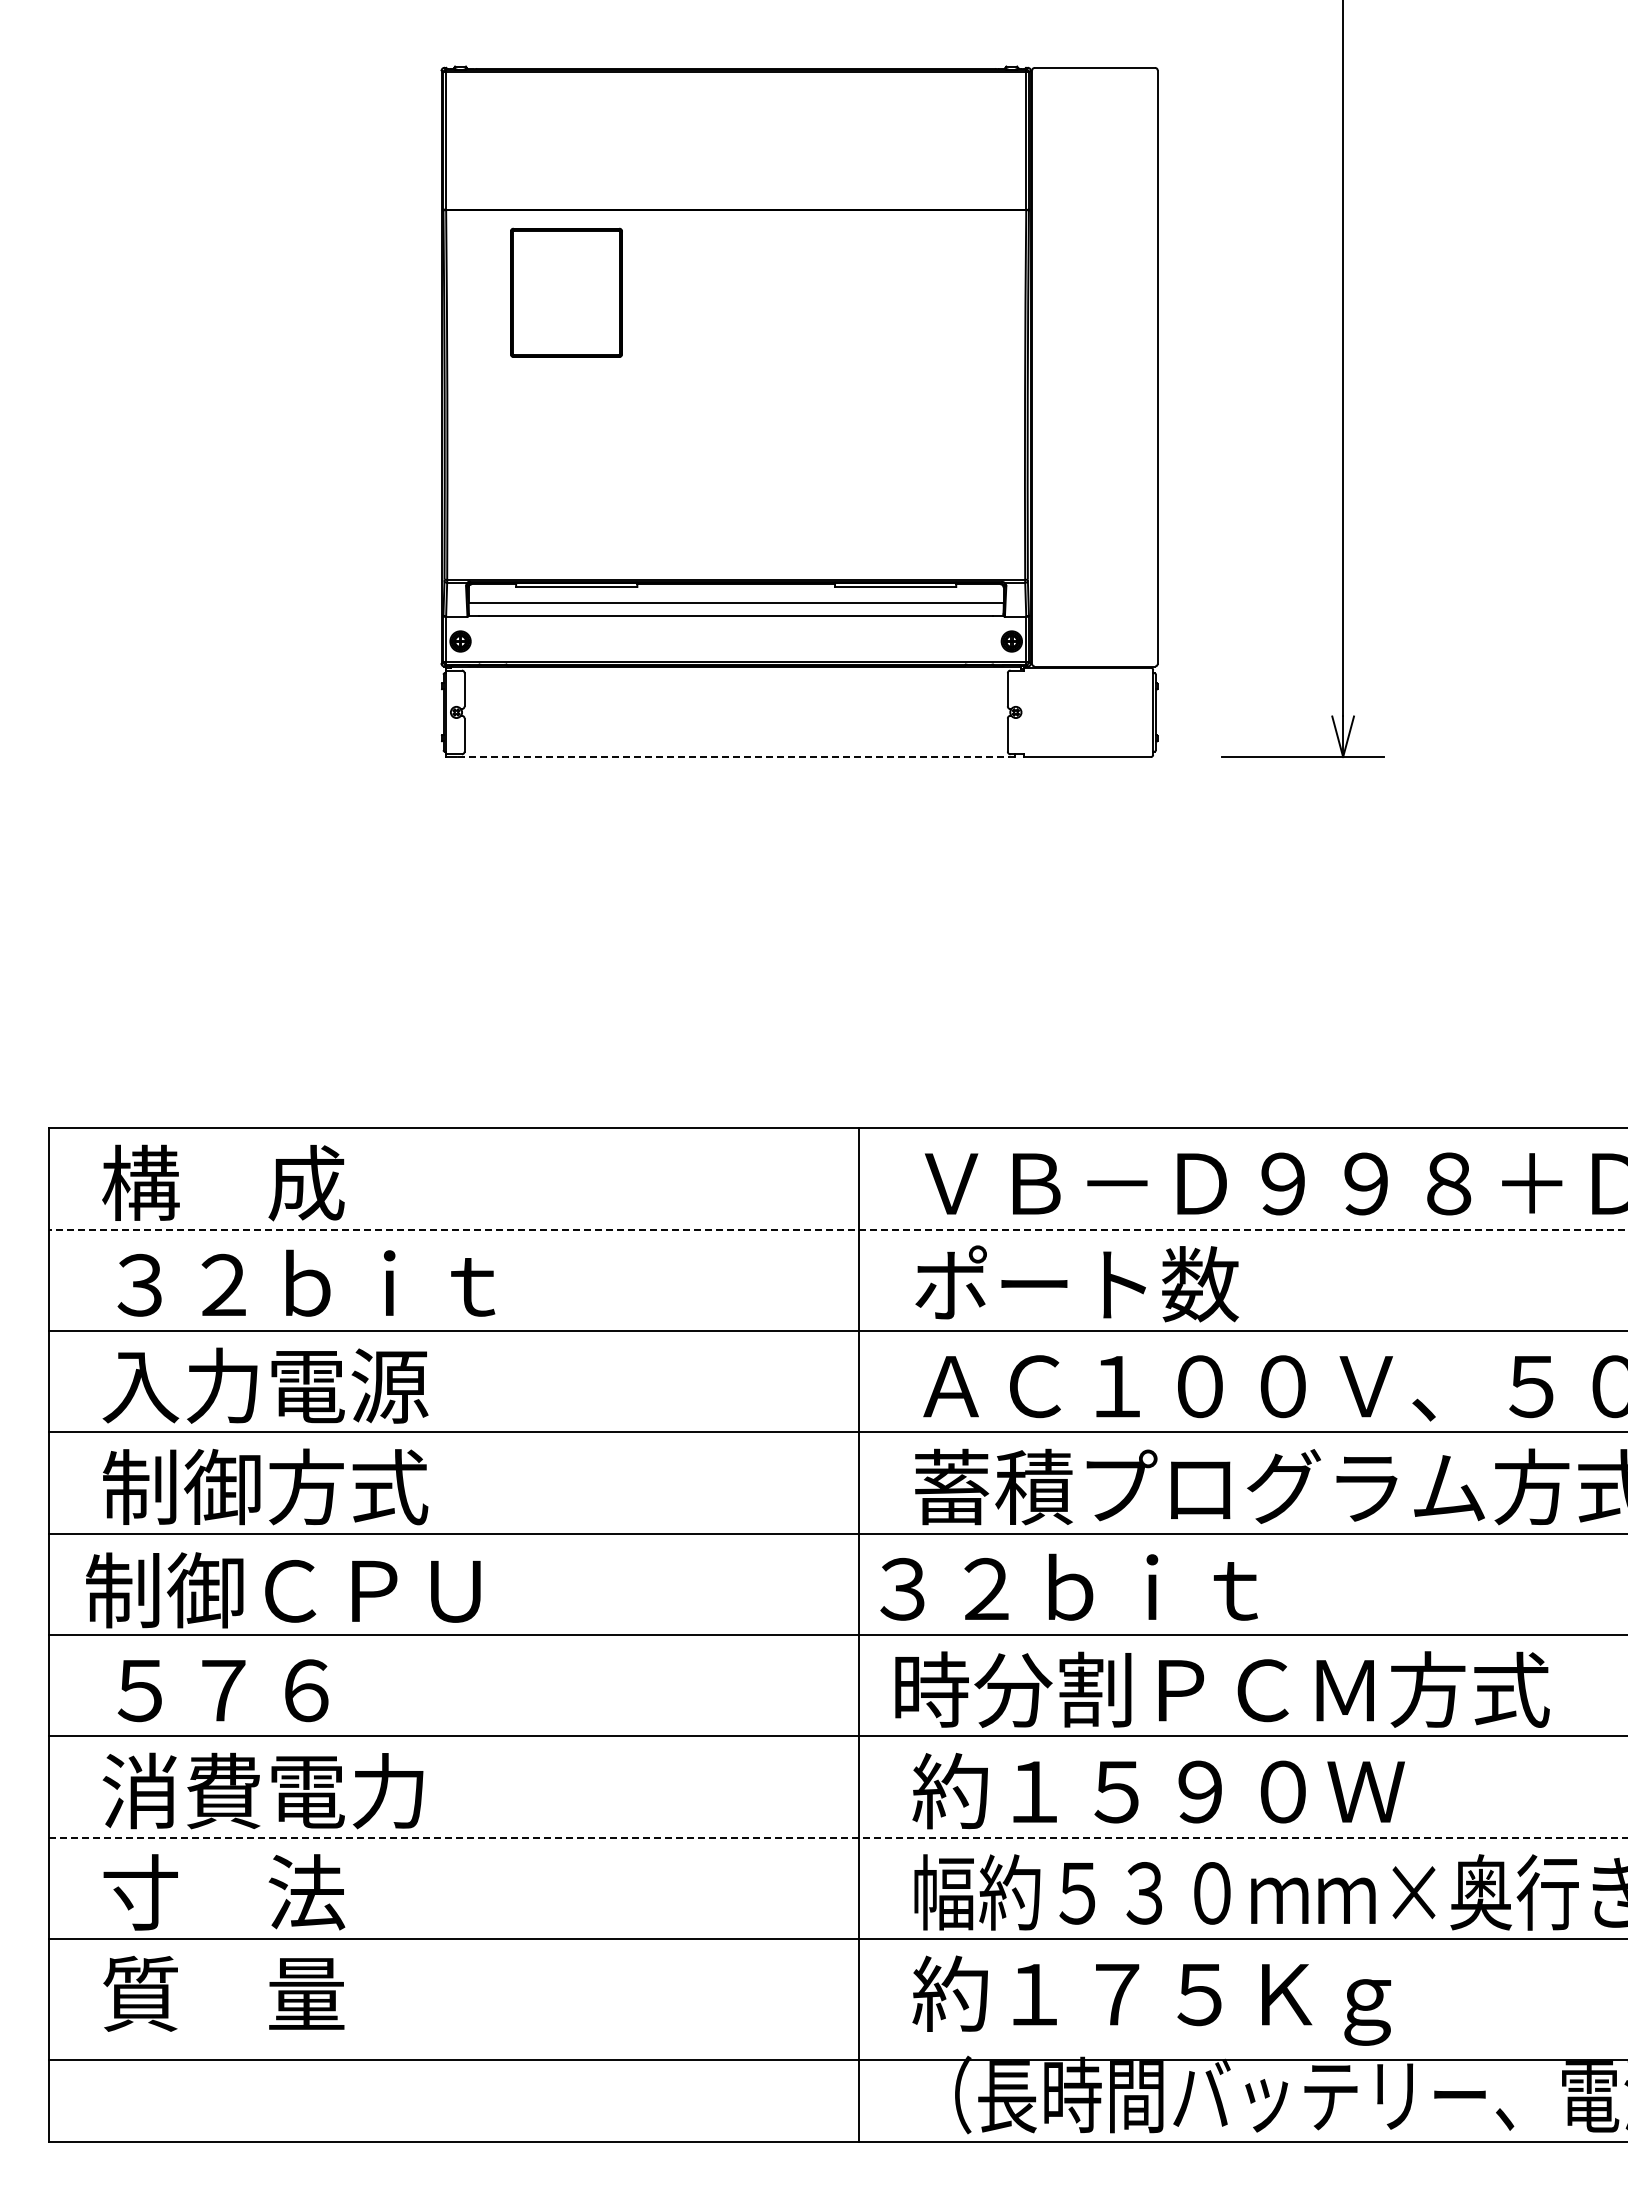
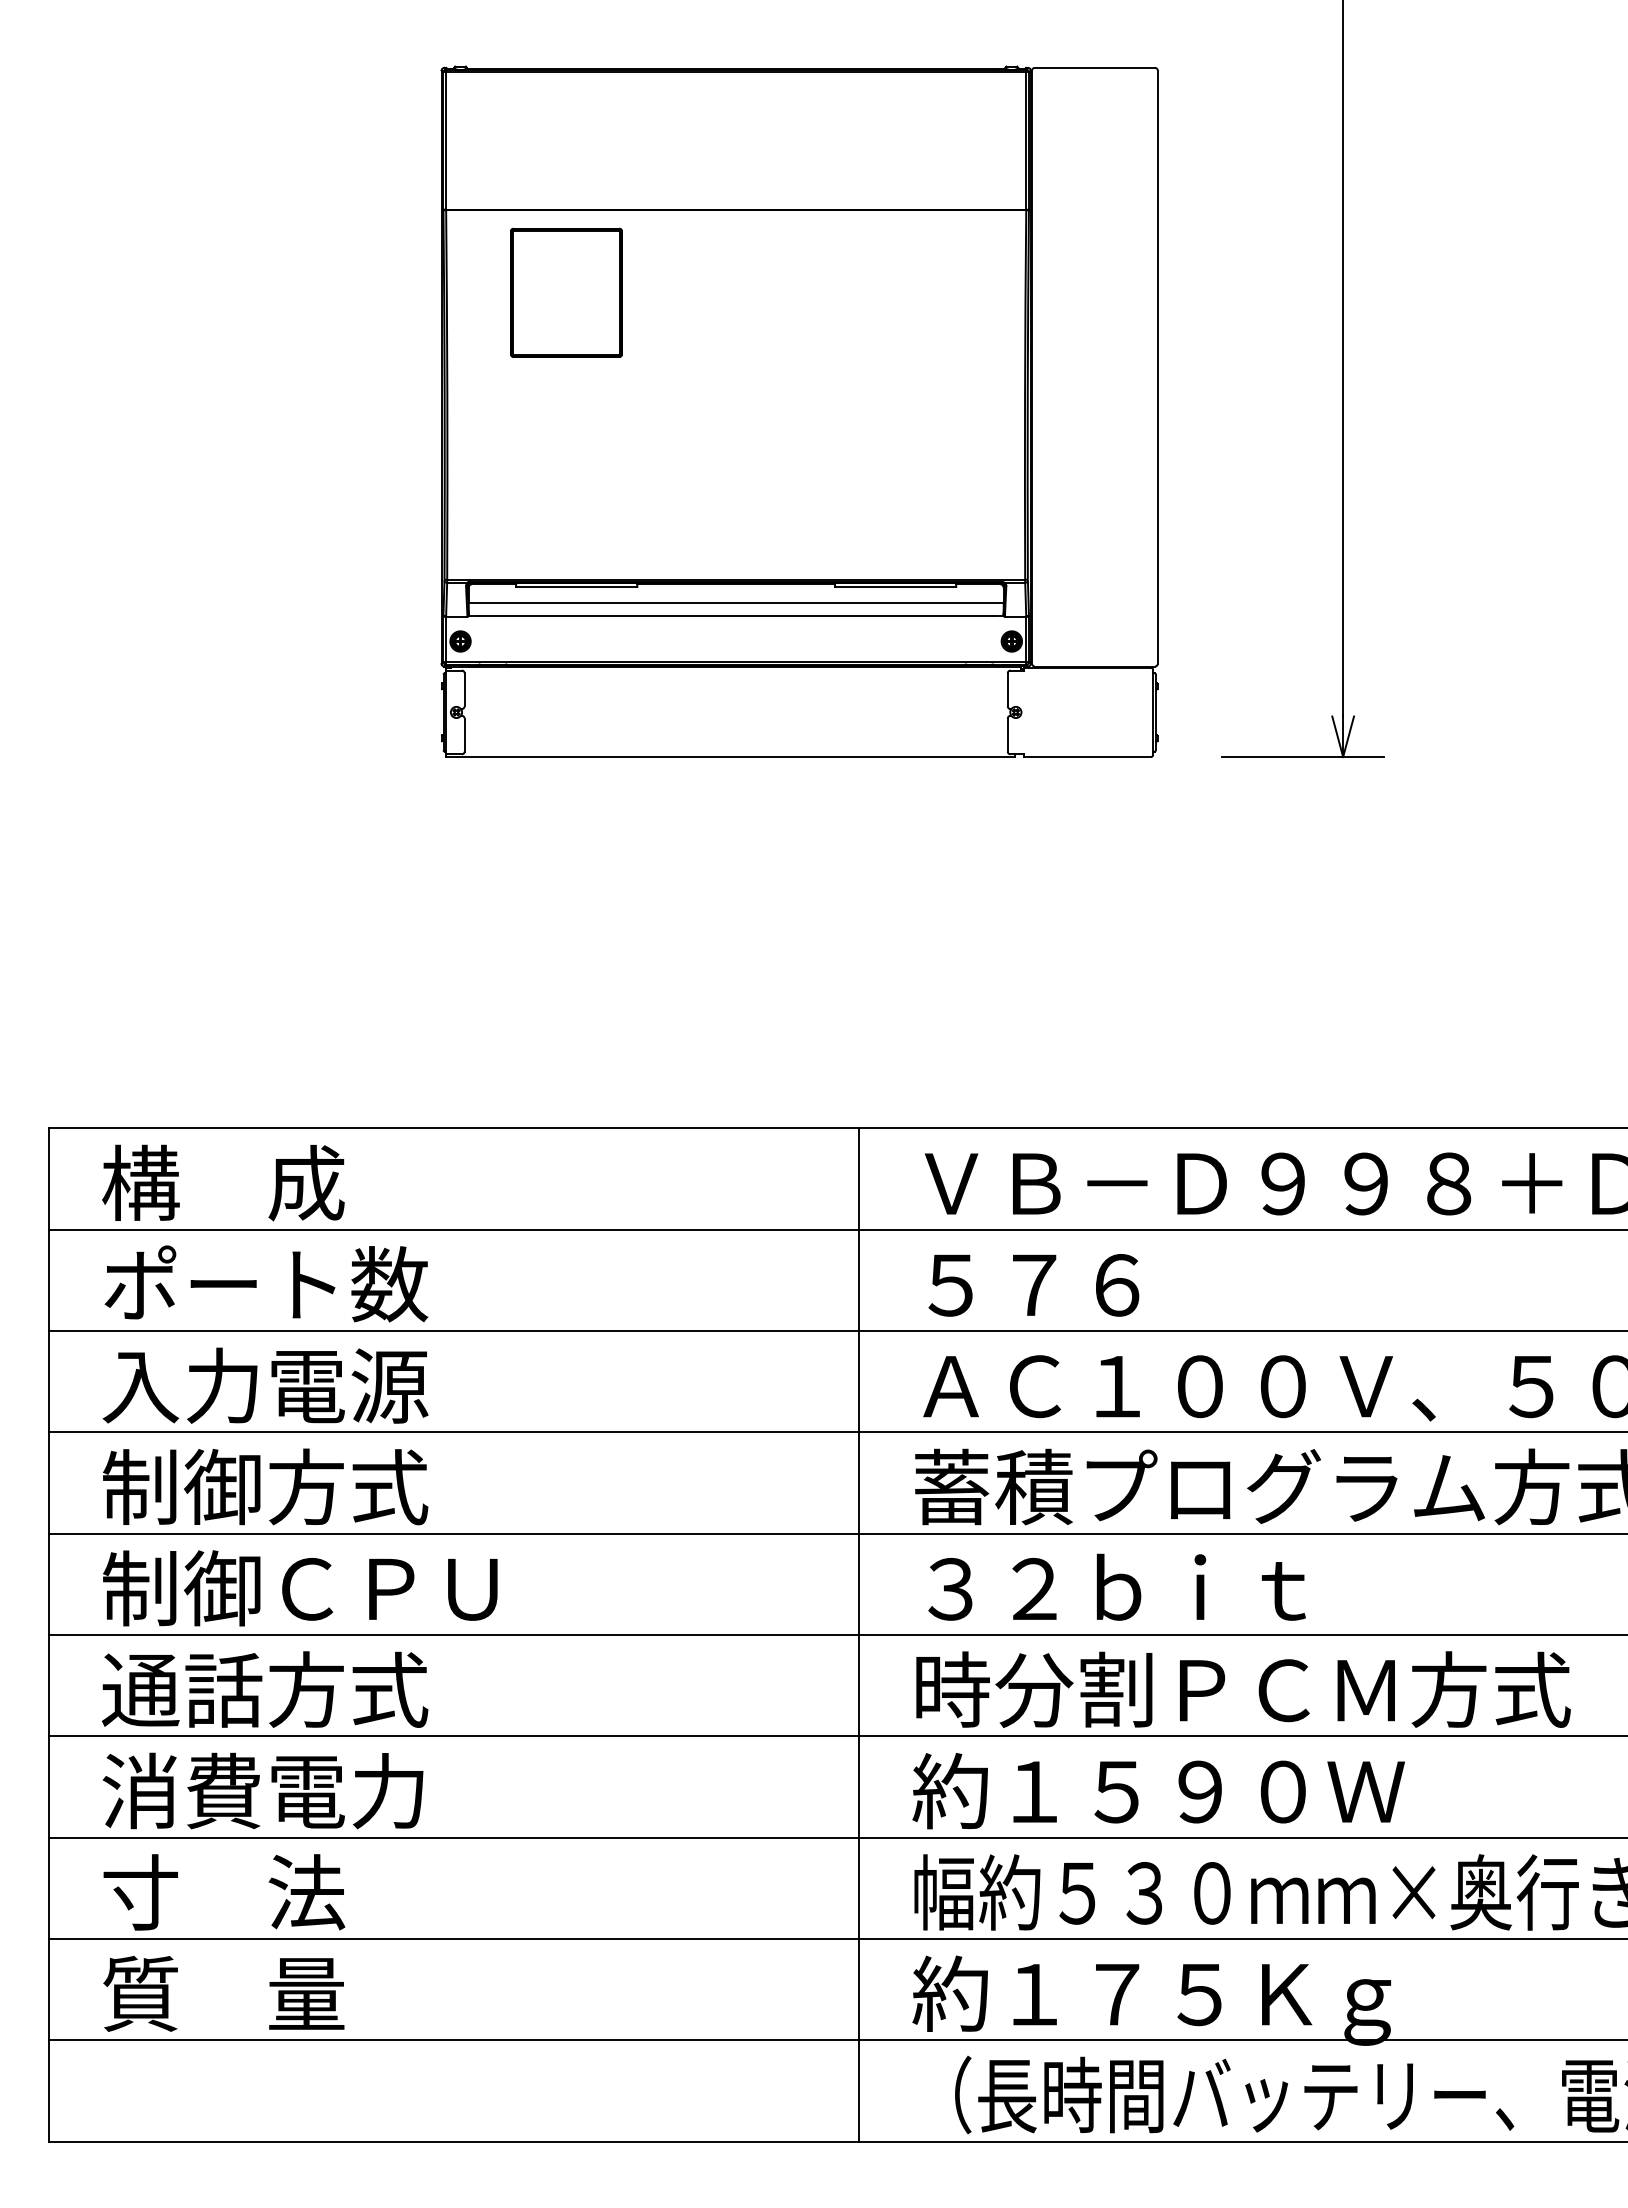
line at (735, 757): dashed -> solid
line at (837, 1229): dashed -> solid
text at (299, 1283): ３２ｂｉｔ -> ポート数
text at (1076, 1283): ポート数 -> ５７６
text at (1068, 1586) position: (1068, 1586) -> (1116, 1586)
text at (283, 1590) position: (283, 1590) -> (300, 1588)
text at (265, 1689): ５７６ -> 通話方式
text at (1222, 1689) position: (1222, 1689) -> (1243, 1689)
line at (838, 1837): dashed -> solid
line at (836, 2060) position: (836, 2060) -> (836, 2040)
